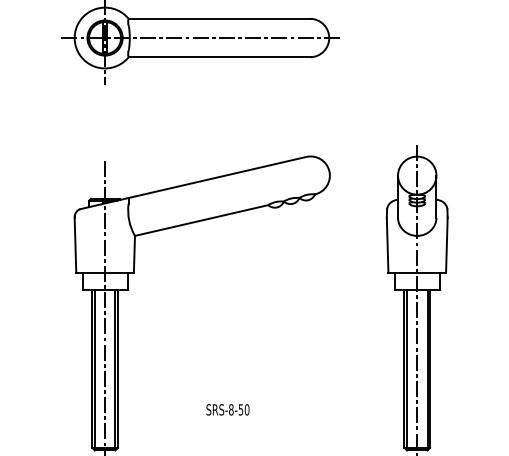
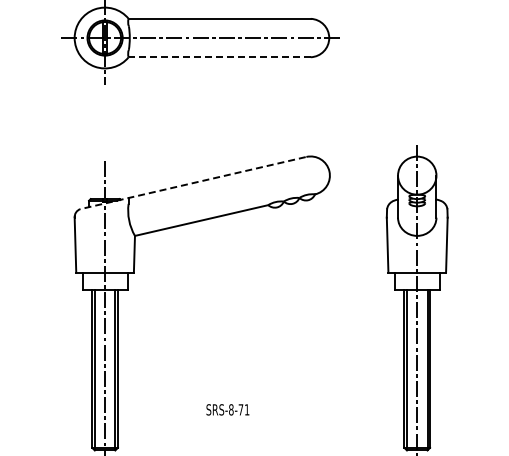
line at (219, 57): solid -> dashed
line at (193, 183): solid -> dashed
text at (243, 409): SRS-8-50 -> SRS-8-71
